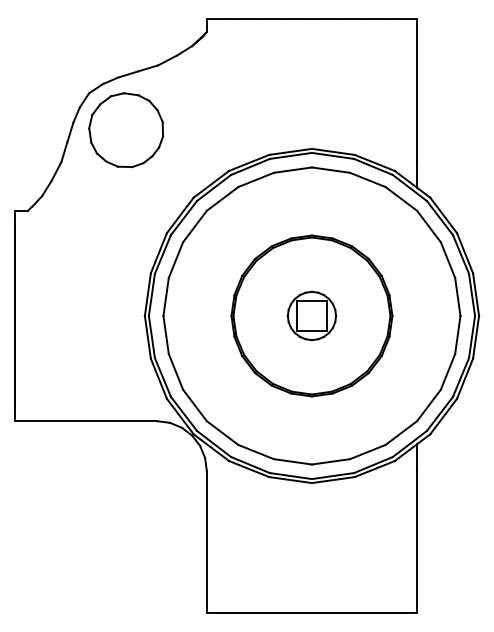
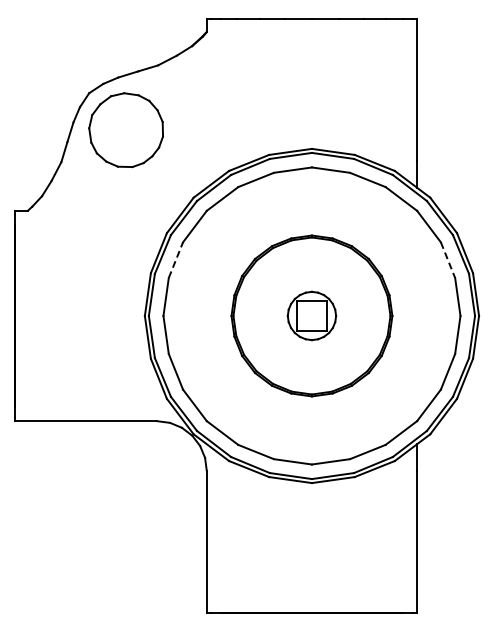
line at (176, 259): solid -> dashed
line at (448, 260): solid -> dashed
